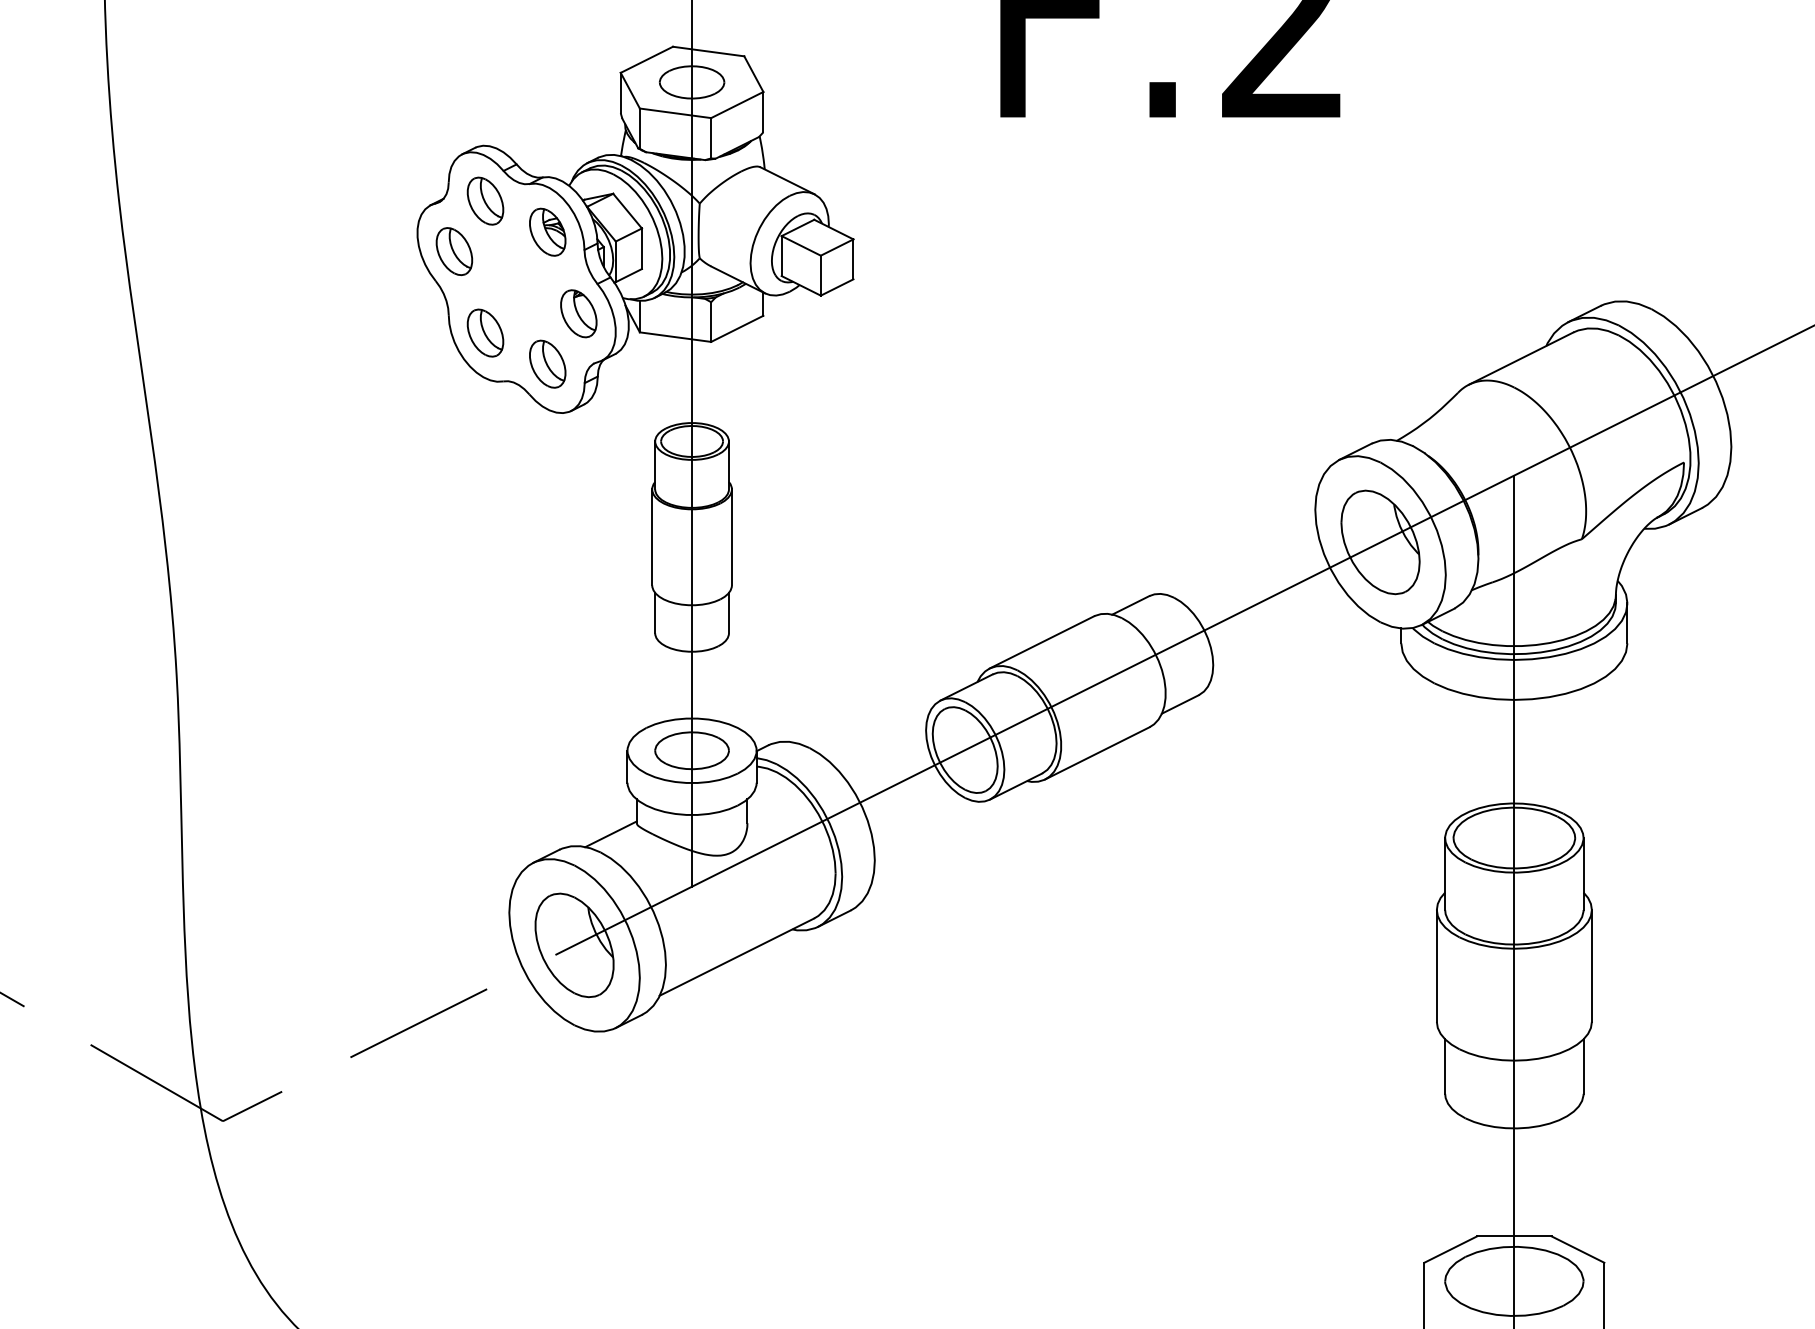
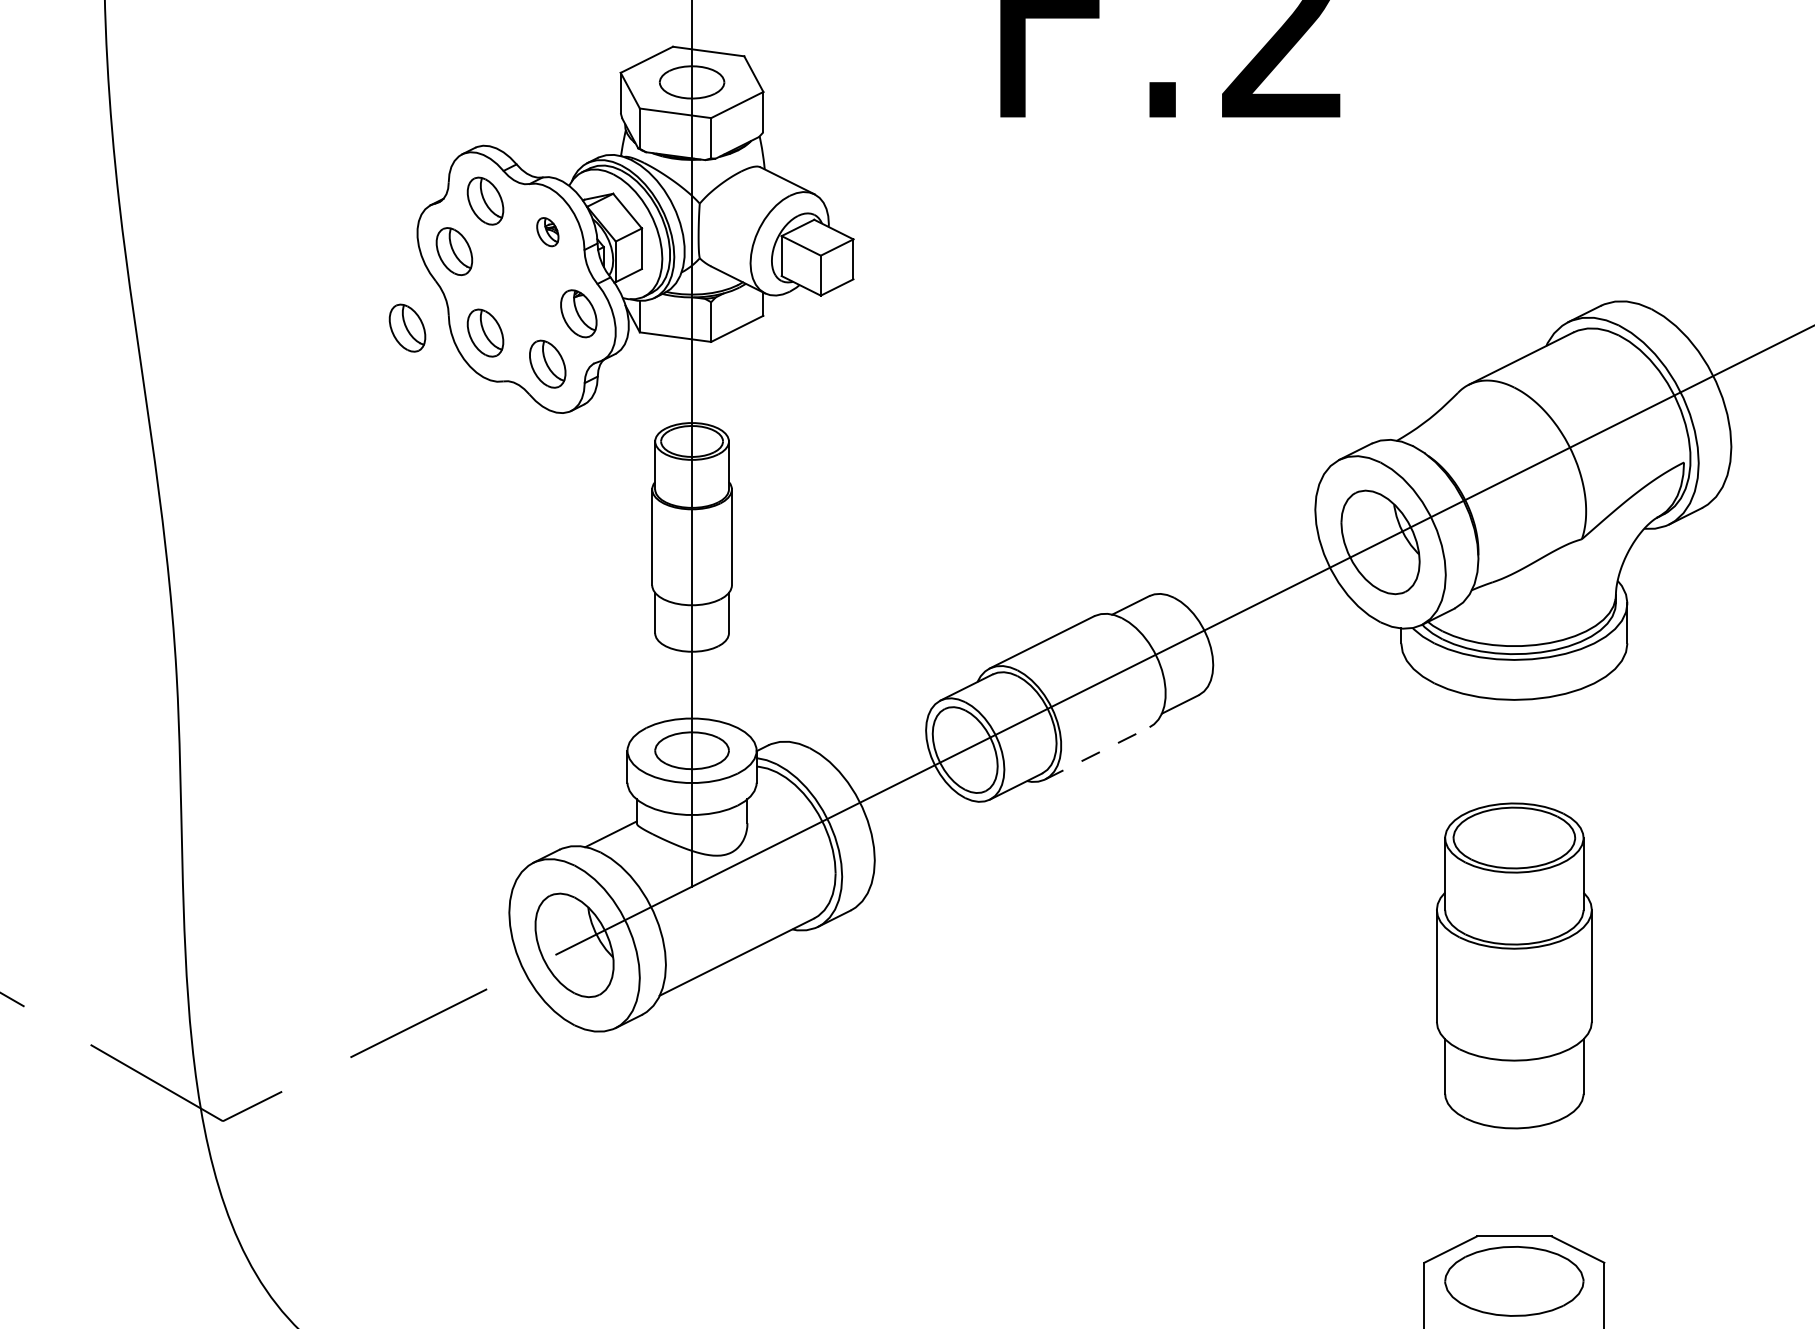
part at (547, 231) size: 38x50 px -> 24x31 px
part at (407, 327): none -> present
line at (1097, 753): solid -> dashed
line at (1514, 900): present -> none
